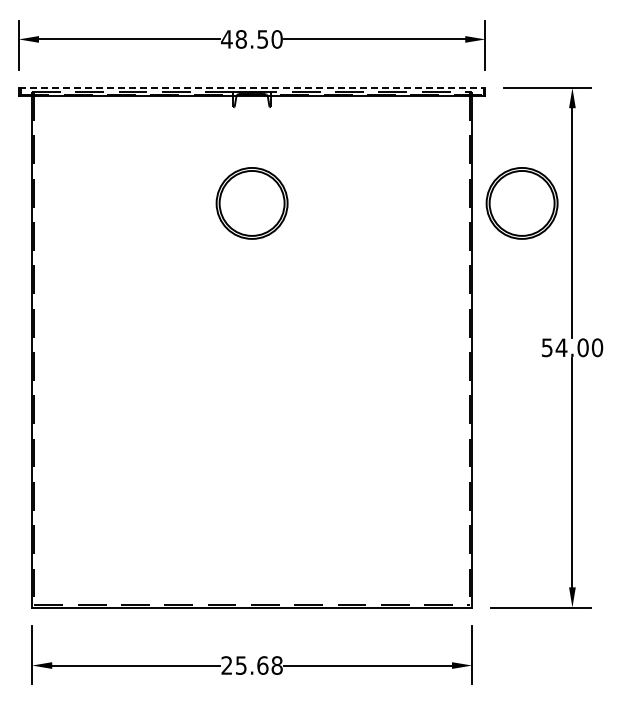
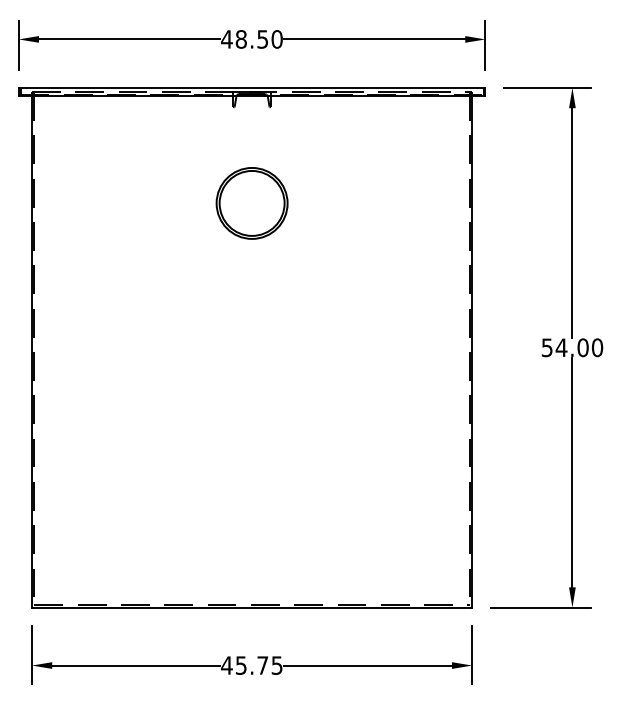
line at (252, 87): dashed -> solid
part at (521, 203): present -> none
text at (251, 665): 25.68 -> 45.75
